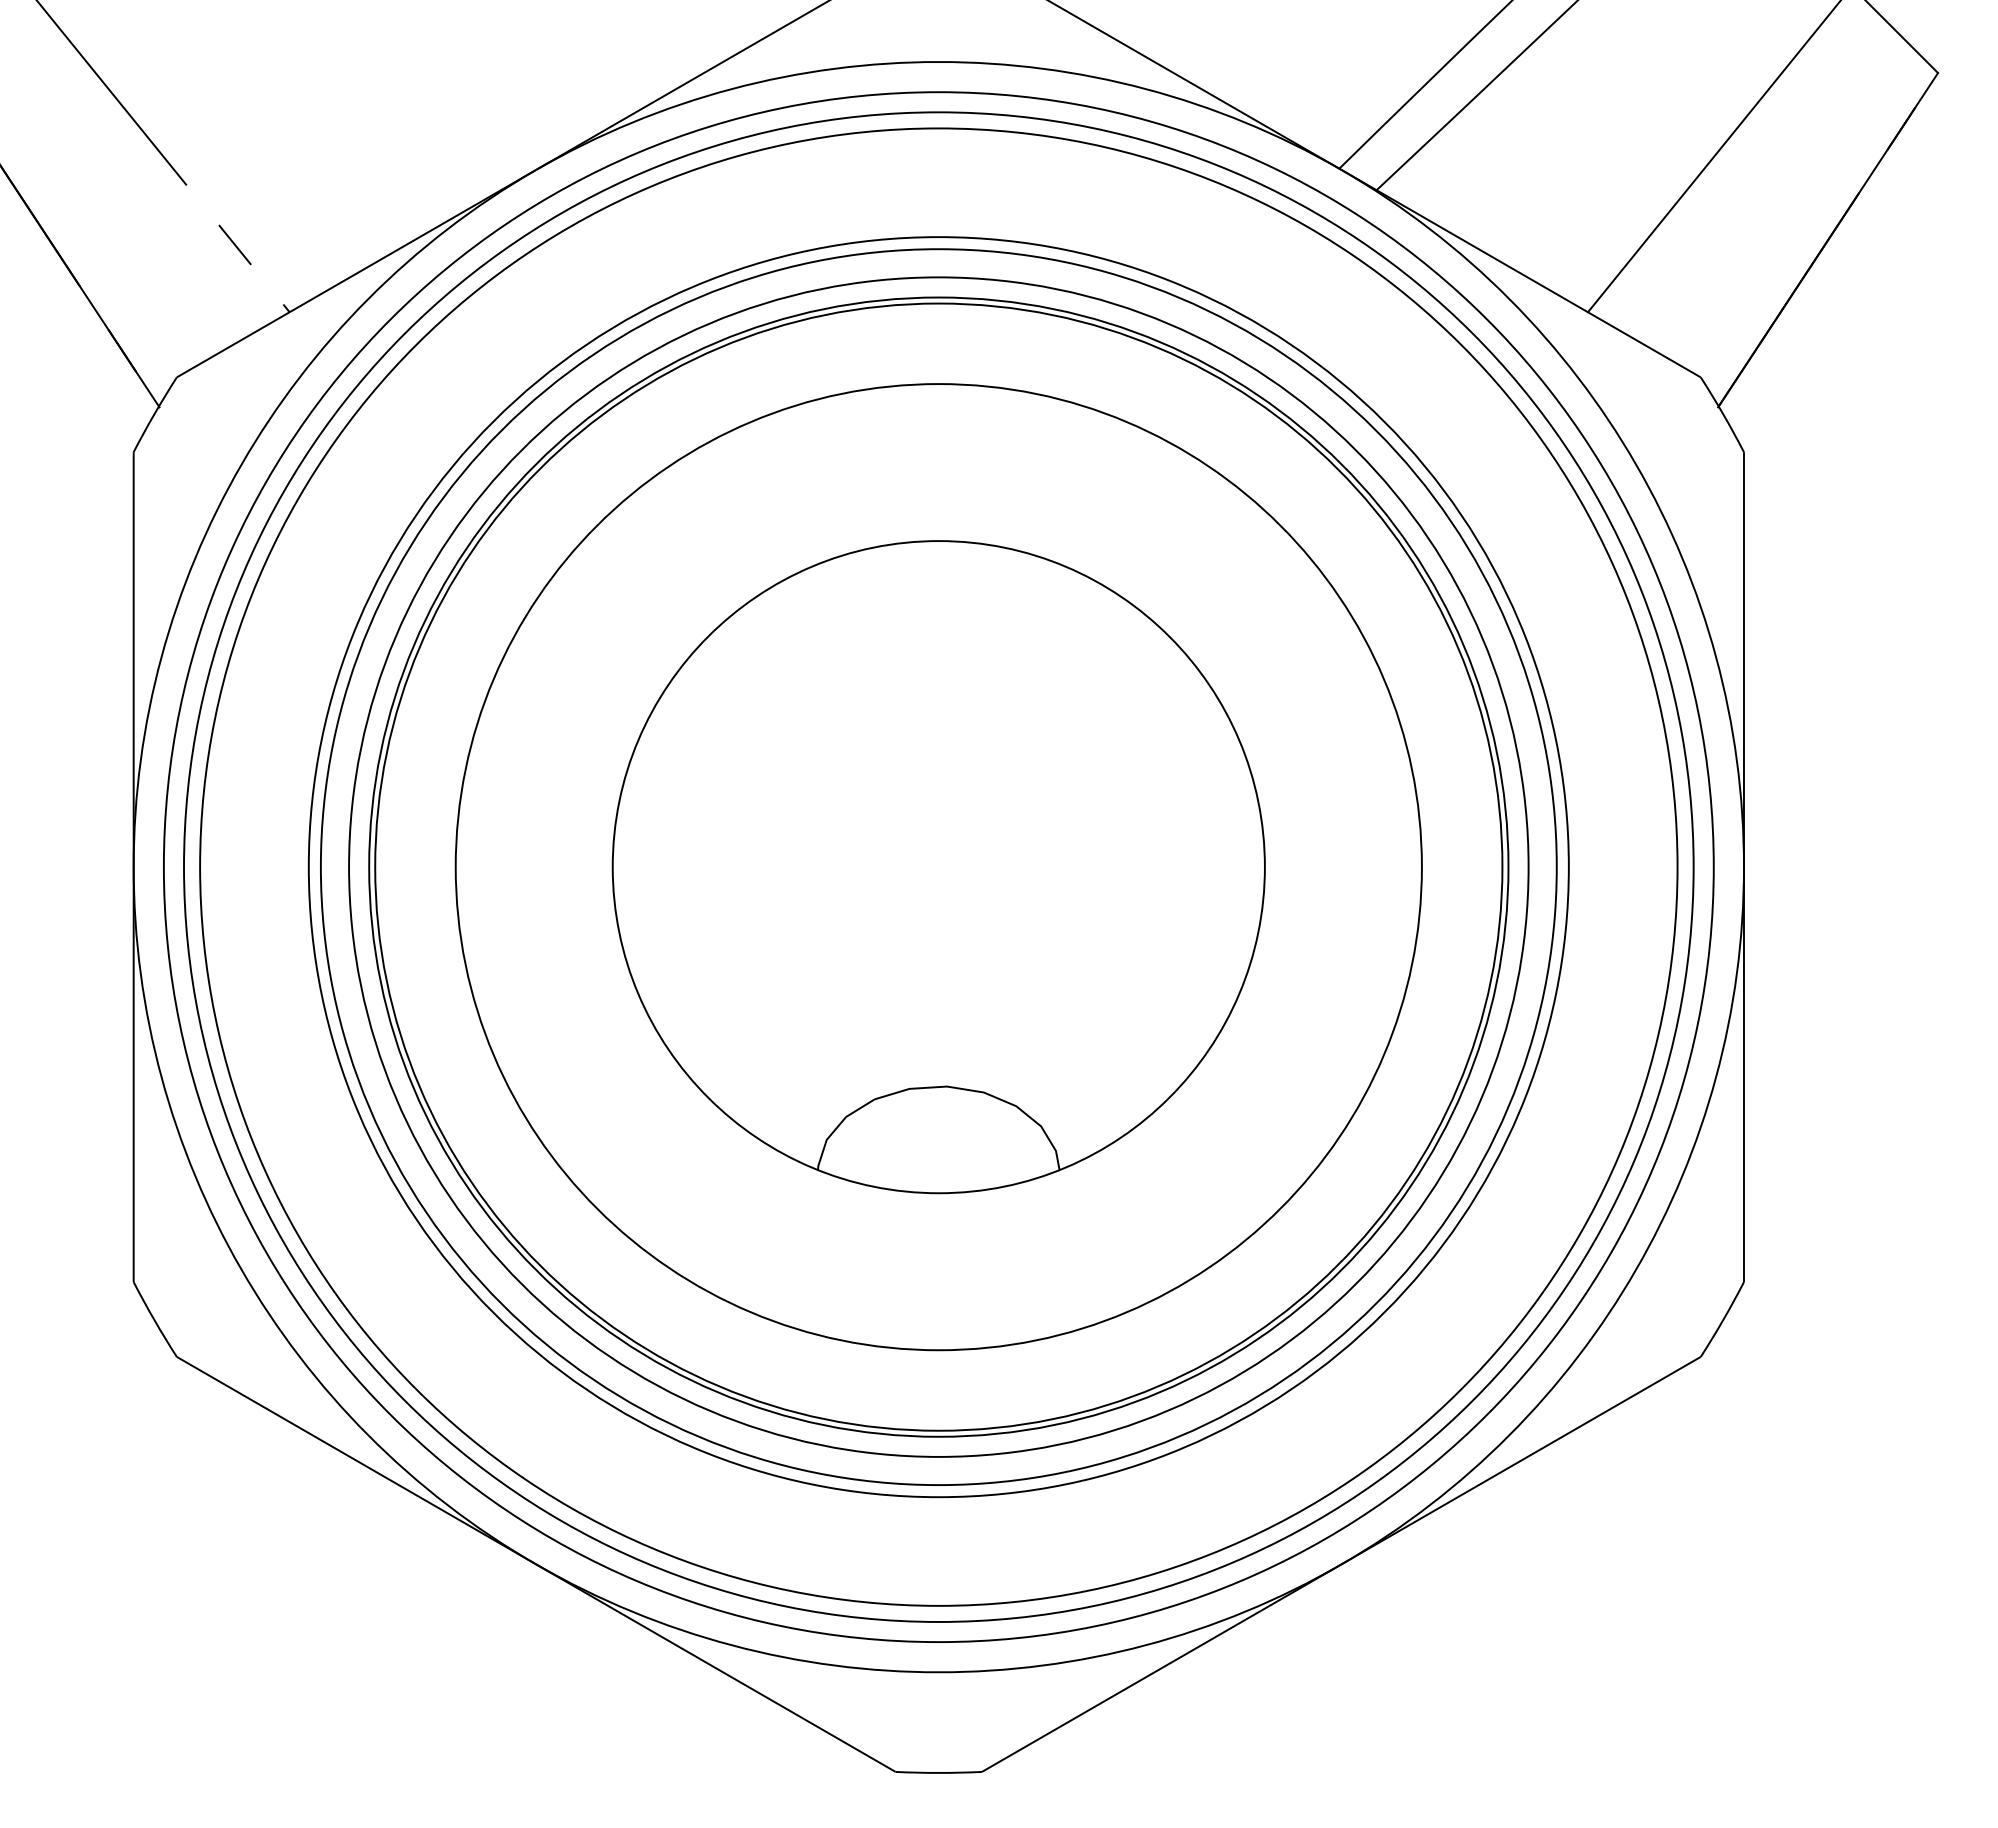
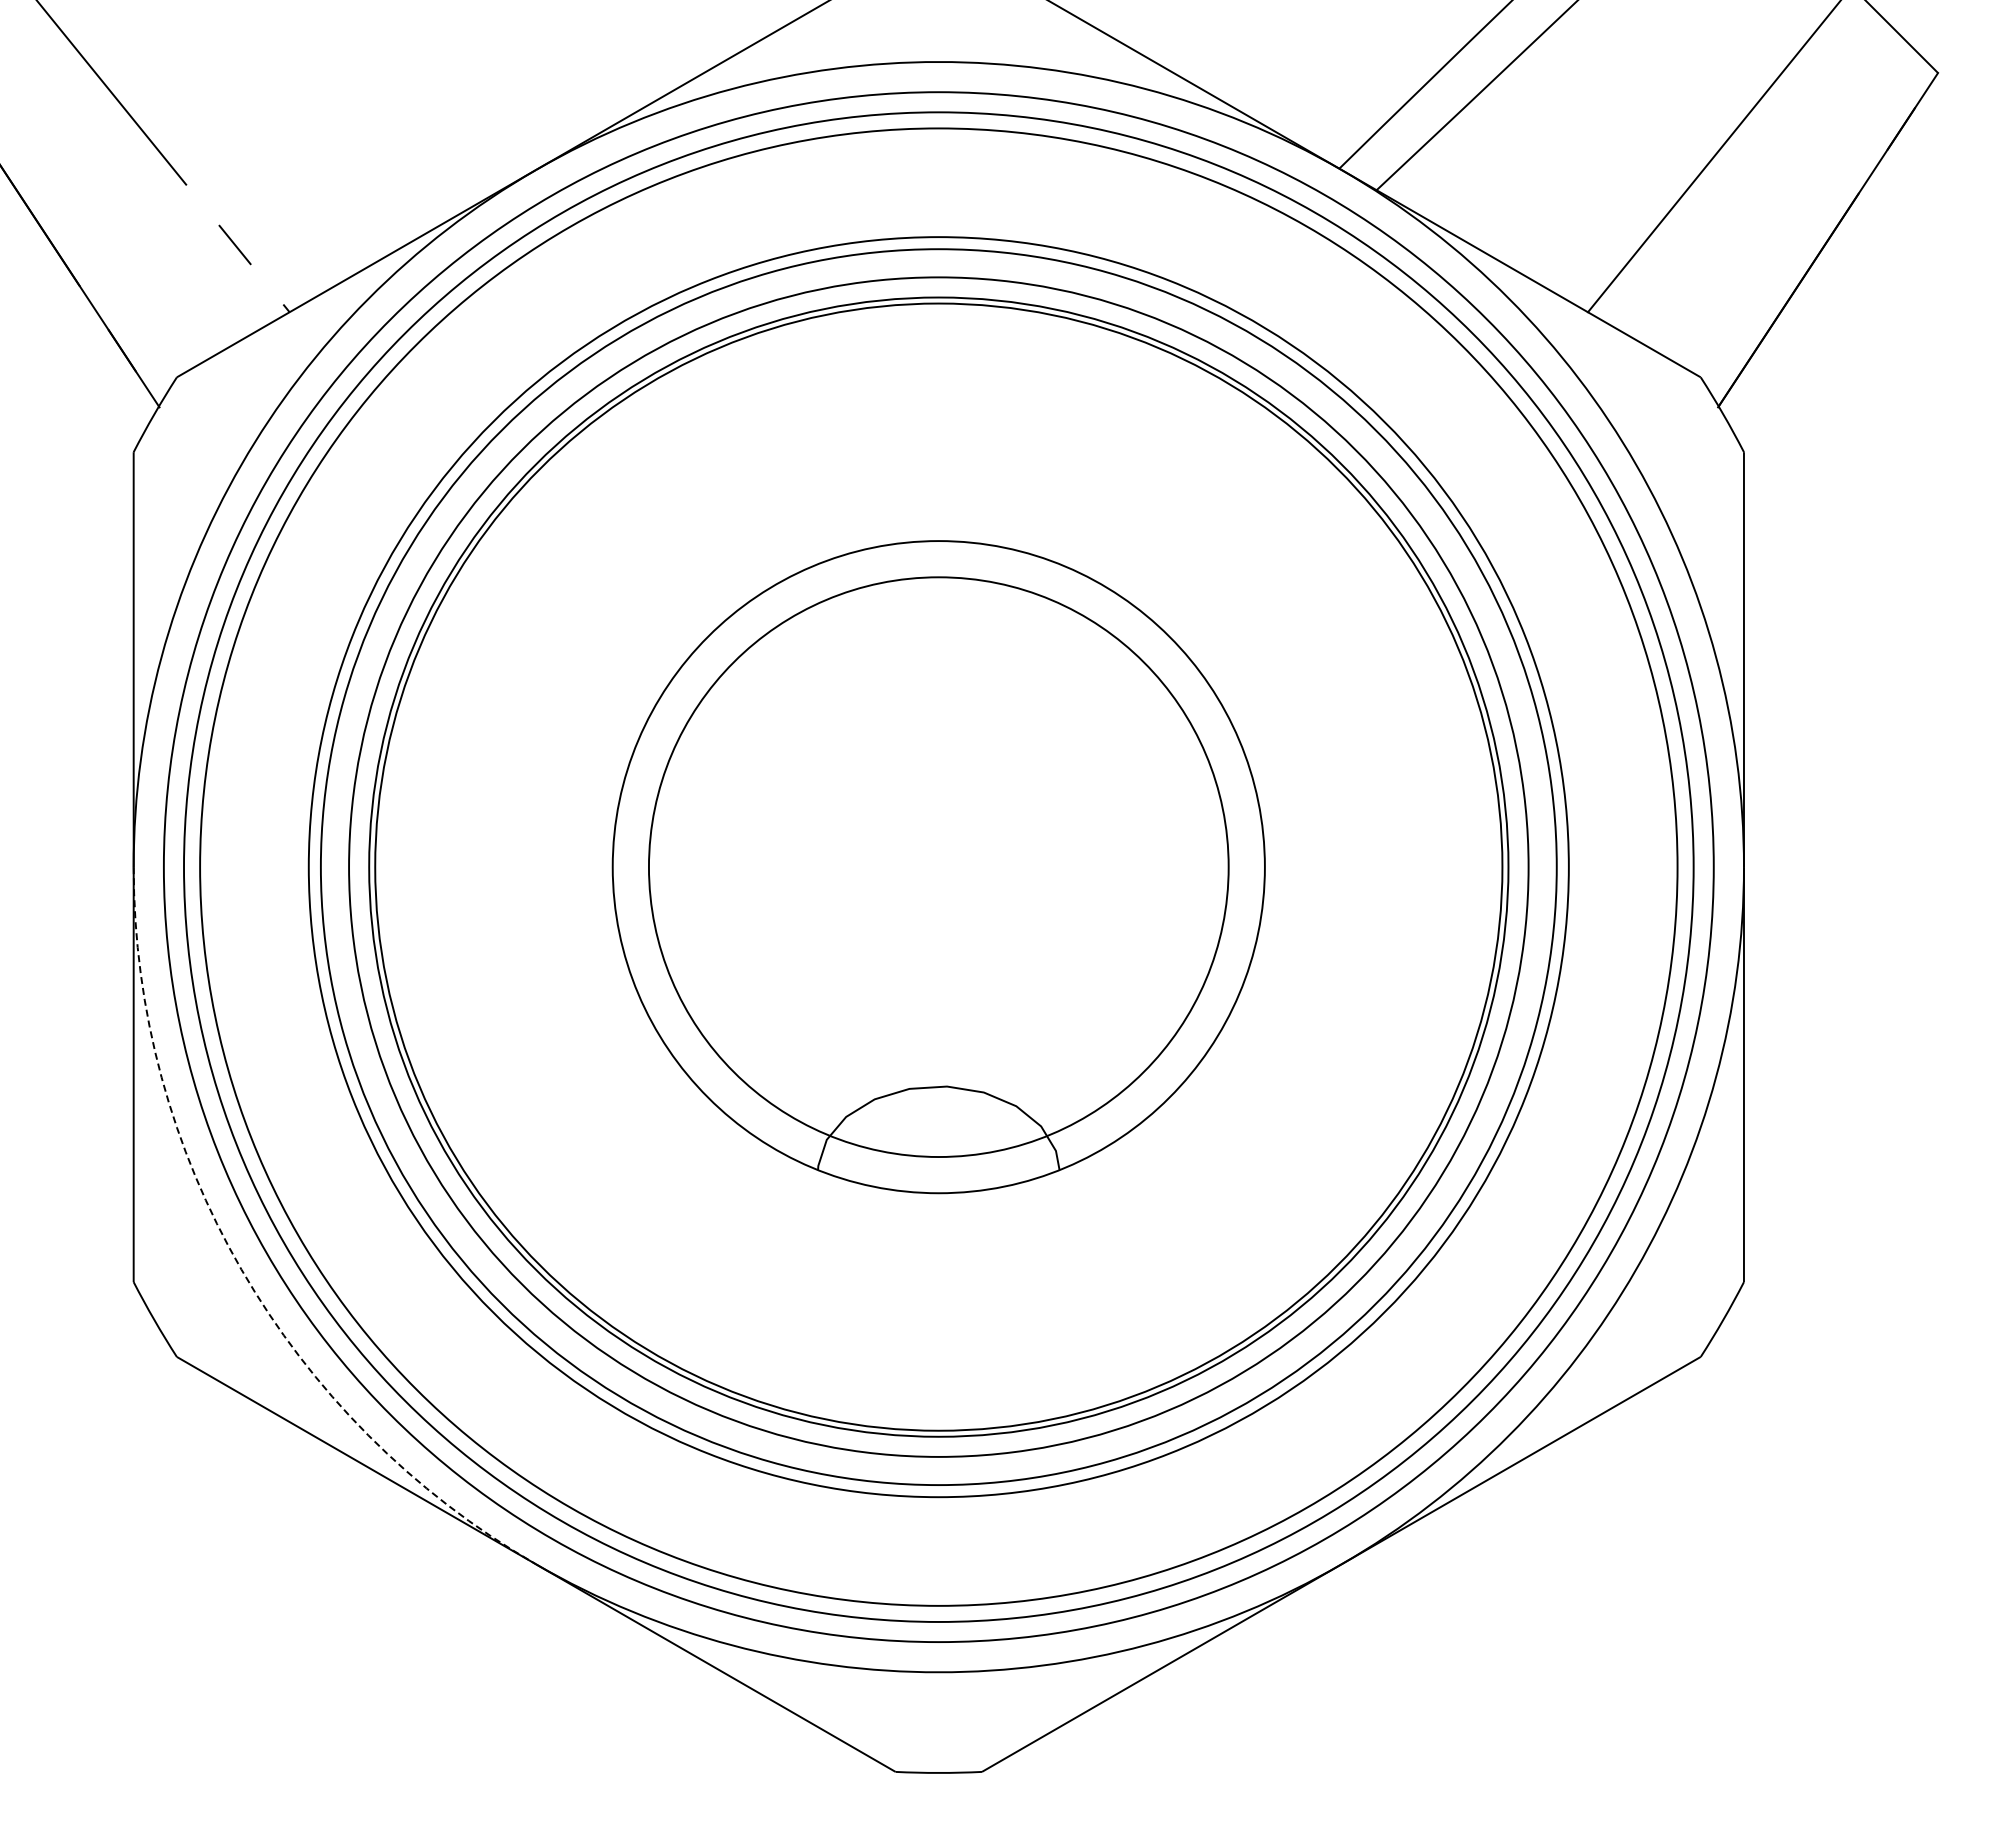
circle at (938, 867) diameter: 966 px -> 580 px
arc at (241, 1269): solid -> dashed
